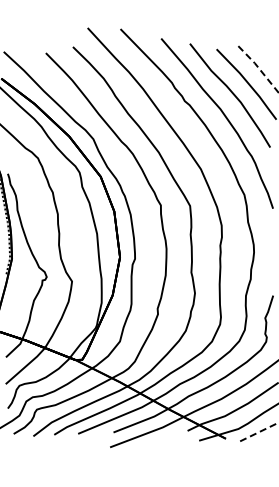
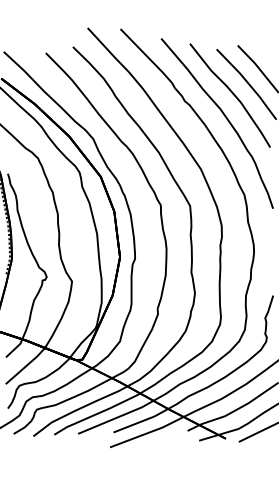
line at (258, 67): dashed -> solid
line at (258, 432): dashed -> solid
